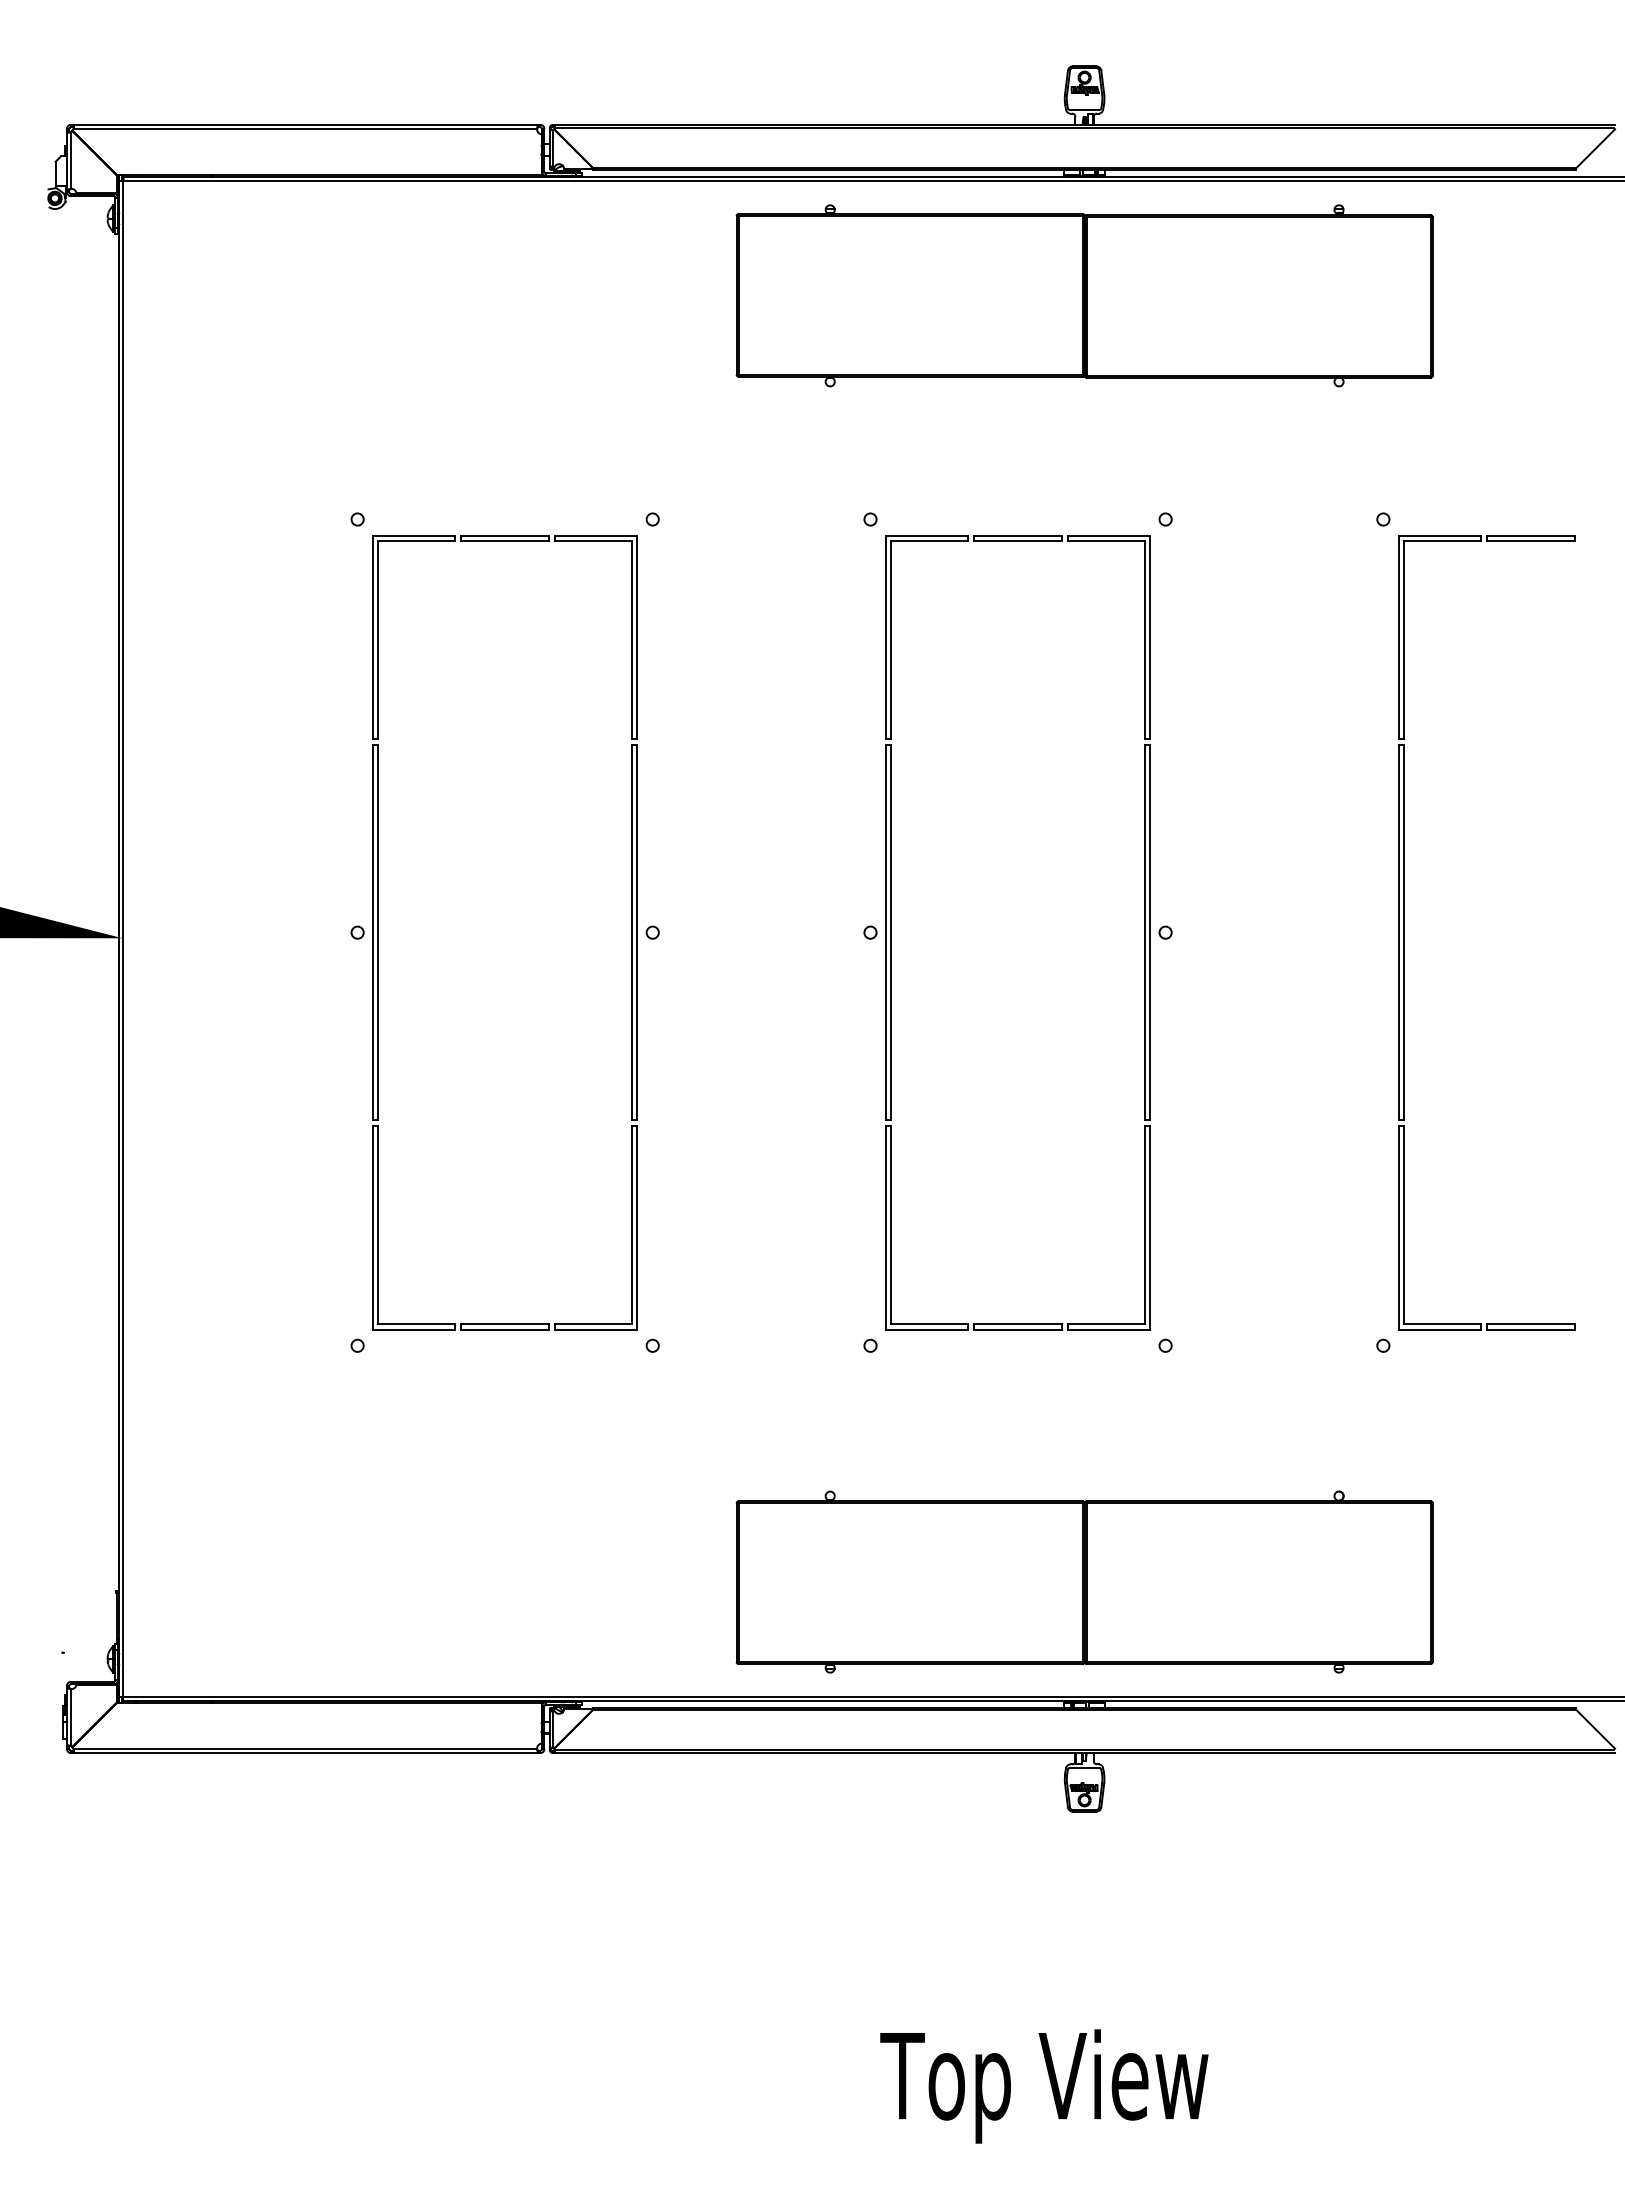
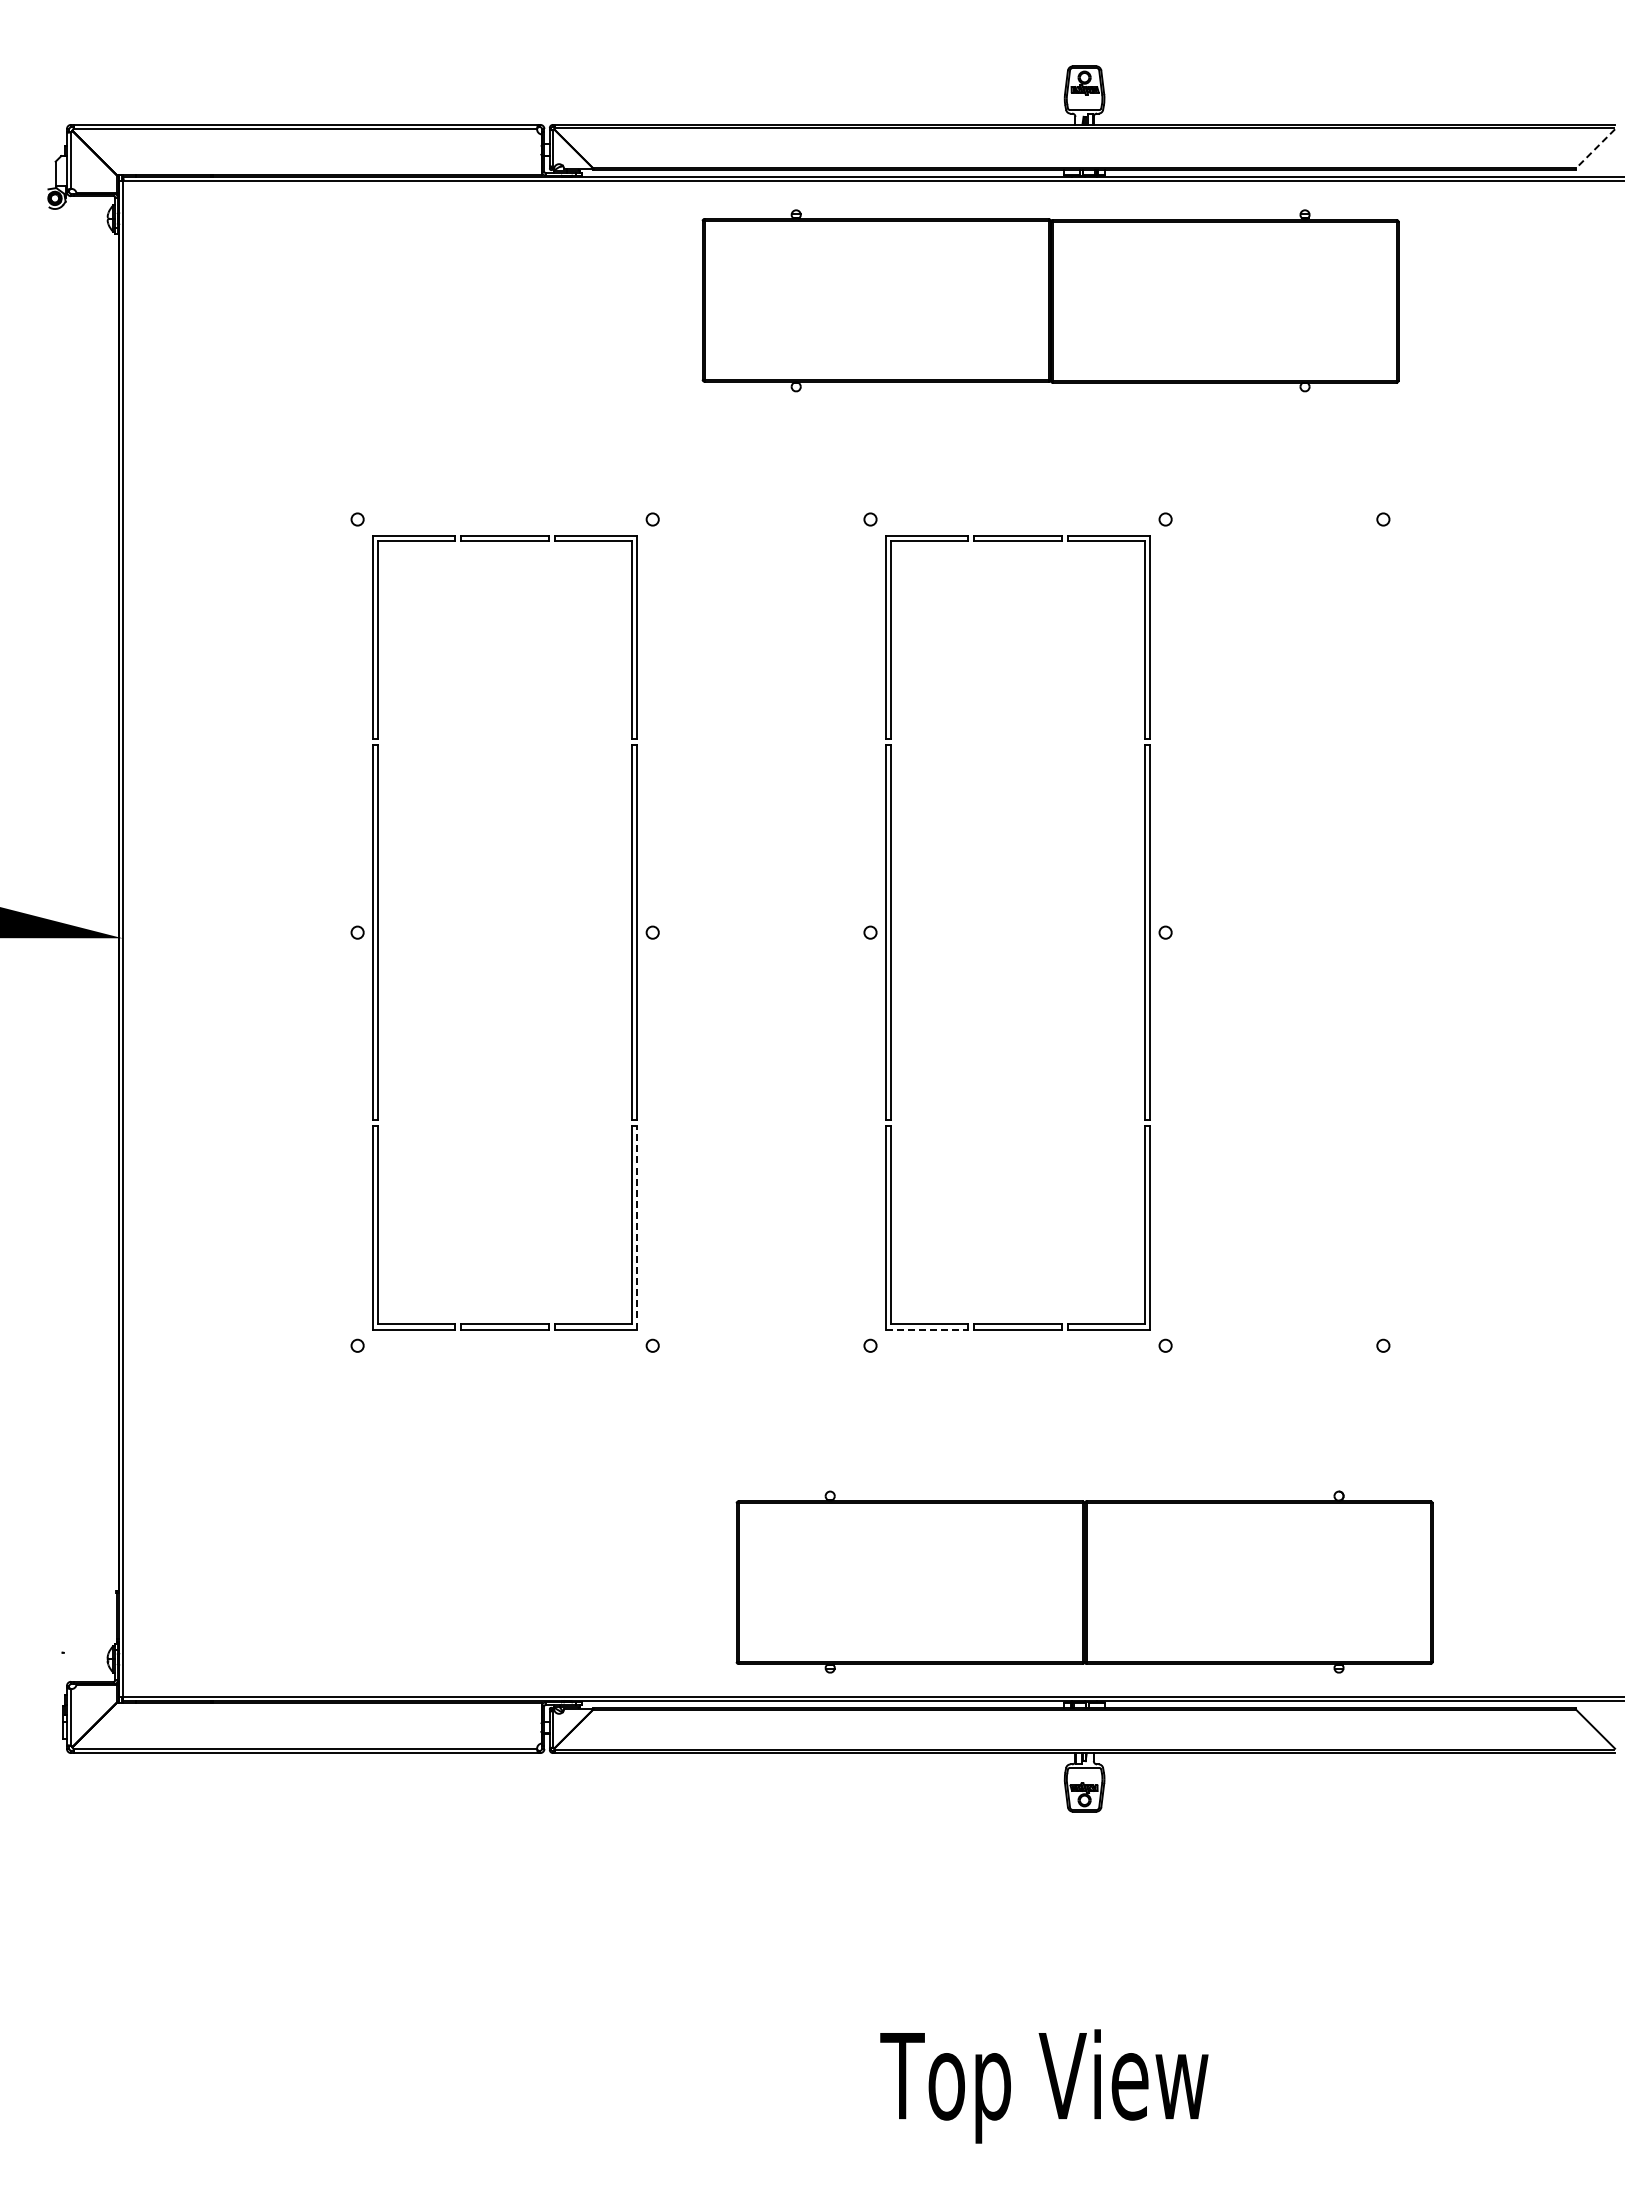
line at (1595, 148): solid -> dashed
part at (1084, 295) position: (1084, 295) -> (1050, 300)
part at (1404, 932): present -> none
line at (637, 1227): solid -> dashed
line at (927, 1329): solid -> dashed
